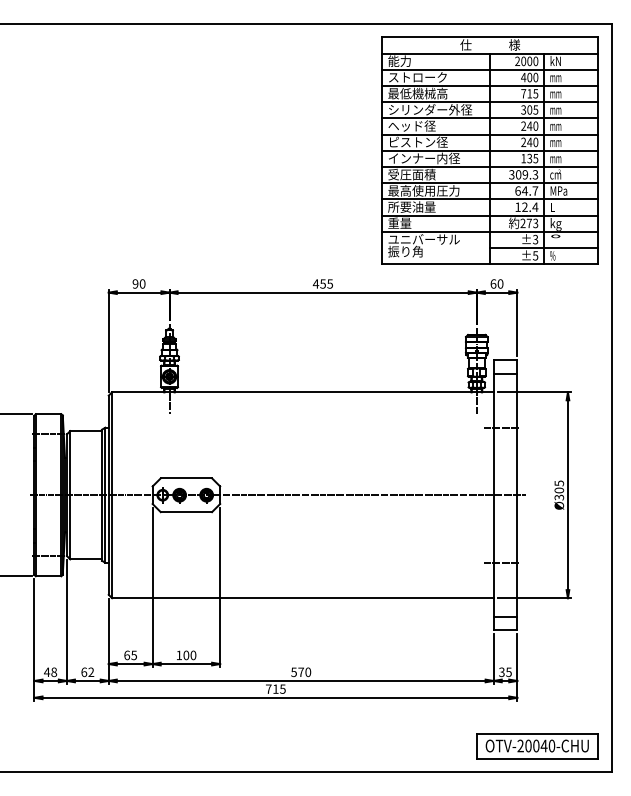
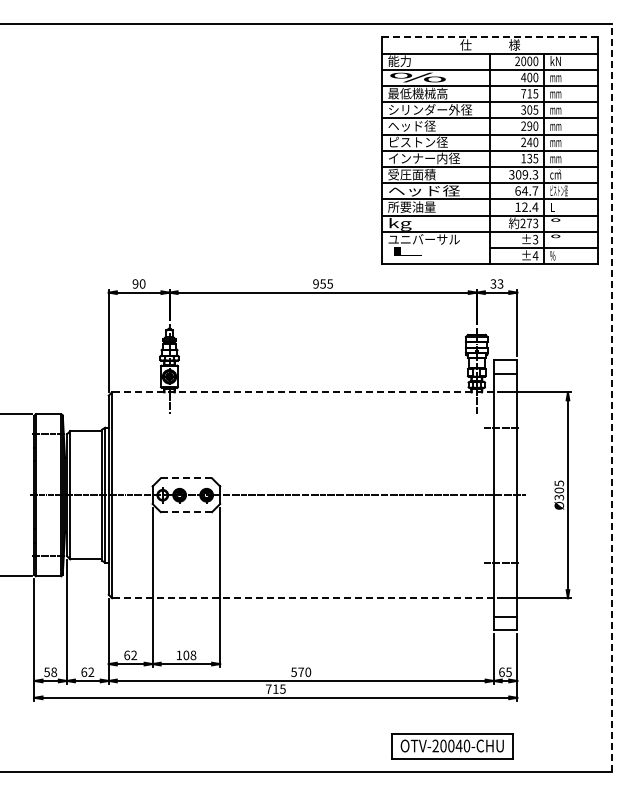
line at (490, 37): solid -> dashed
text at (417, 77): ストローク -> %%%
text at (529, 125): 240 -> 290
text at (423, 190): 最高使用圧力 -> ヘッド径
text at (558, 190): MPa -> ピストン径
text at (399, 223): 重量 -> kg
text at (555, 224): kg -> °
text at (405, 251): 振り角 -> L
text at (535, 255): ±5 -> ±4
text at (315, 283): 455 -> 955
text at (496, 283): 60 -> 33
line at (302, 392): solid -> dashed
line at (611, 397): solid -> dashed
line at (186, 478): solid -> dashed
line at (186, 512): solid -> dashed
line at (302, 598): solid -> dashed
text at (134, 655): 65 -> 62
text at (193, 655): 100 -> 108
text at (501, 671): 35 -> 65
text at (47, 672): 48 -> 58
part at (537, 746) position: (537, 746) -> (452, 746)
